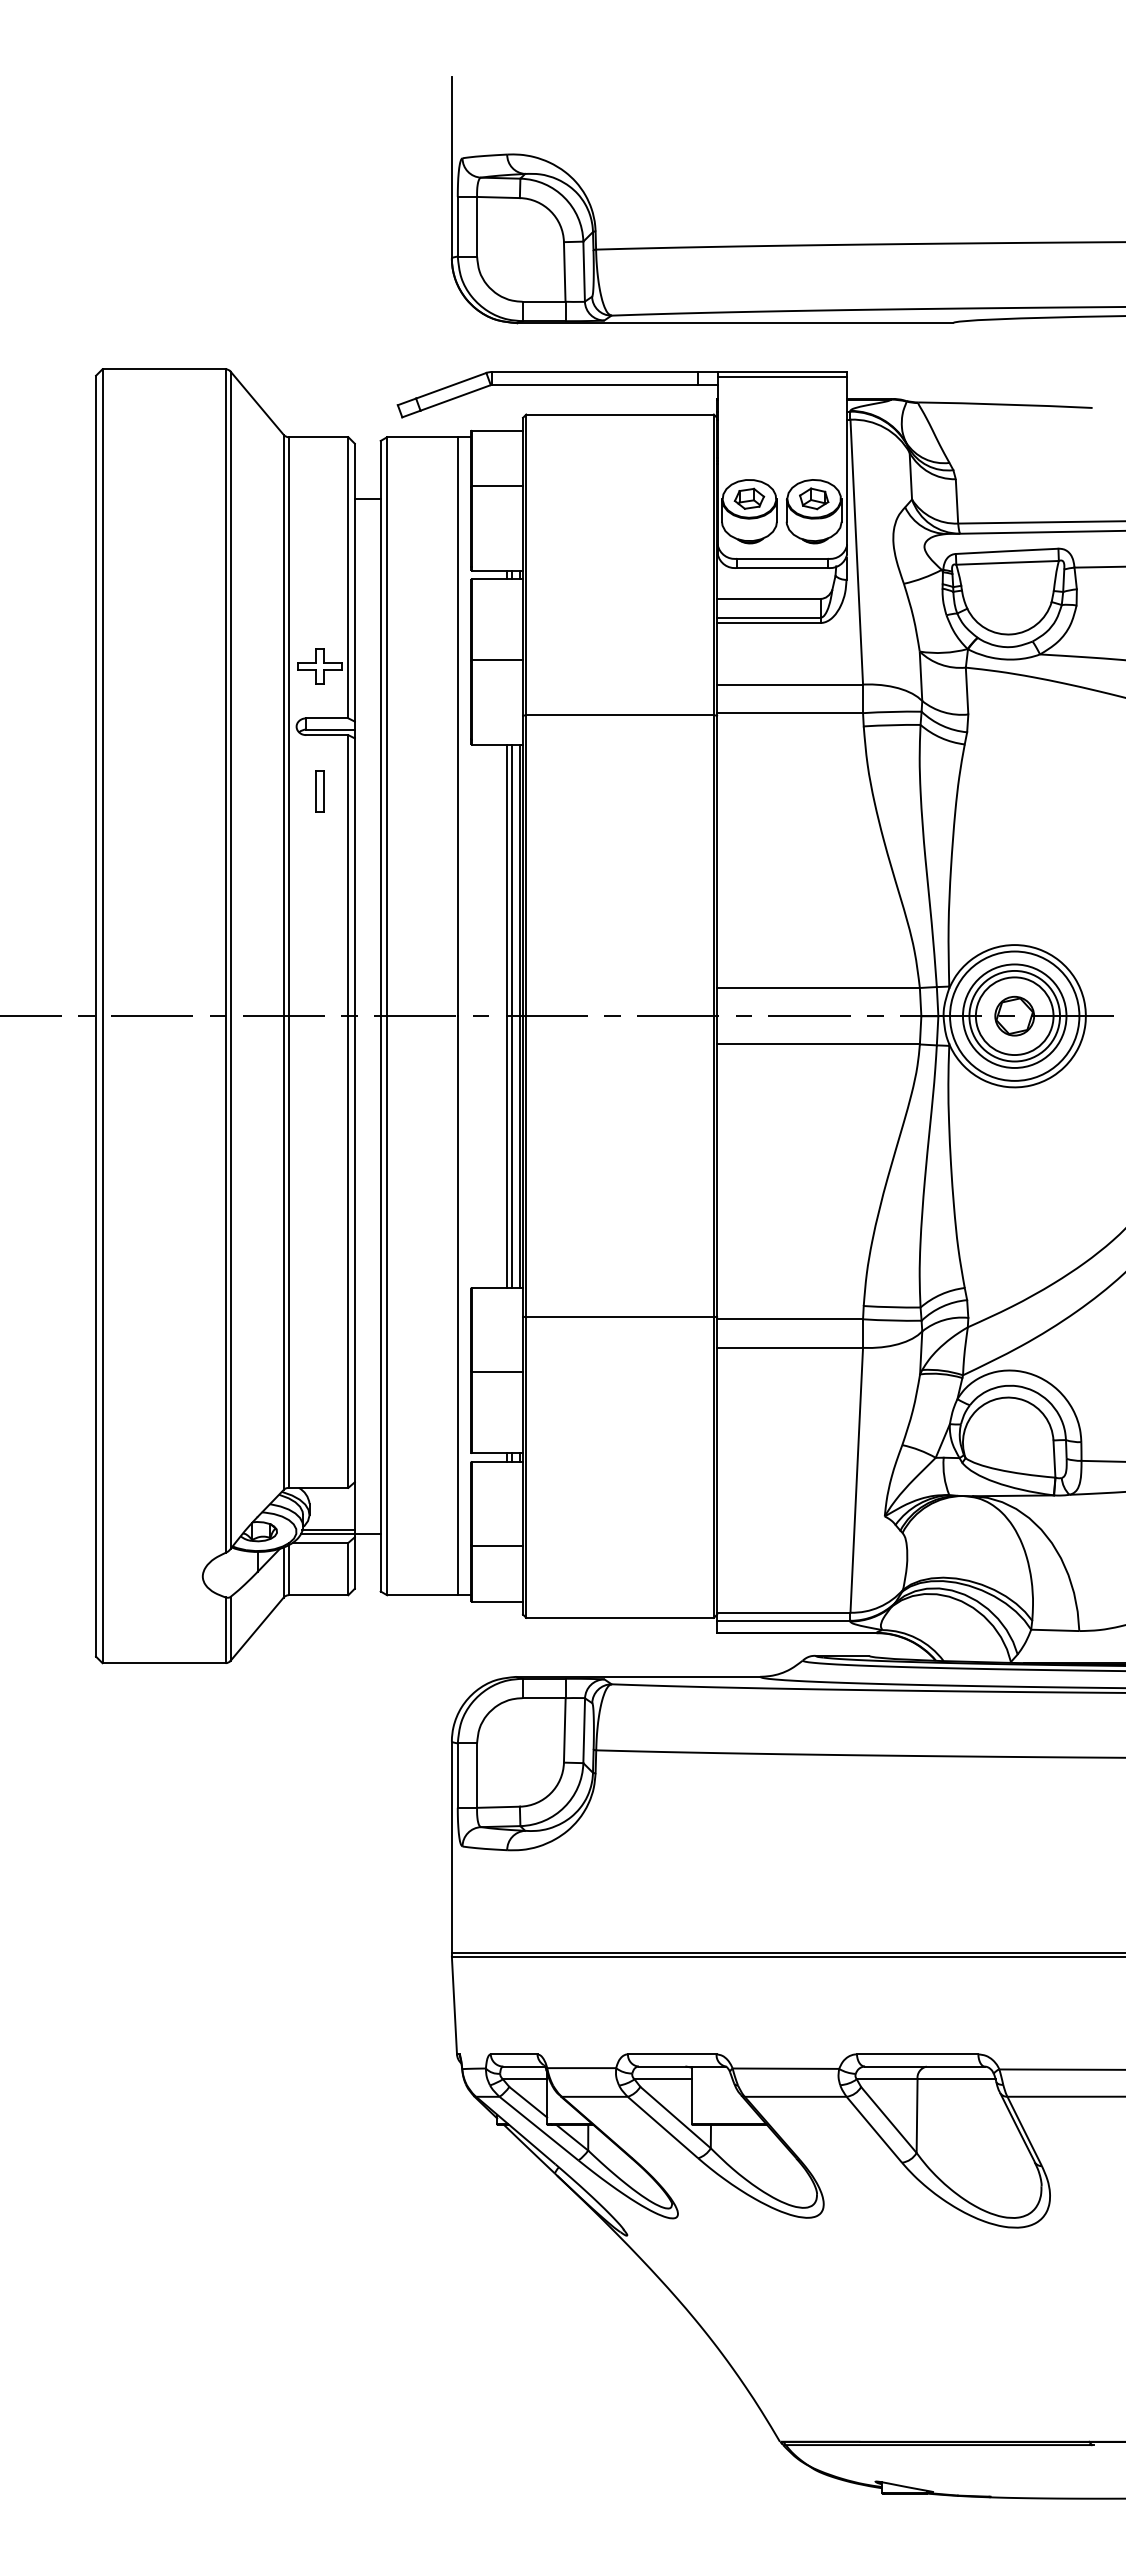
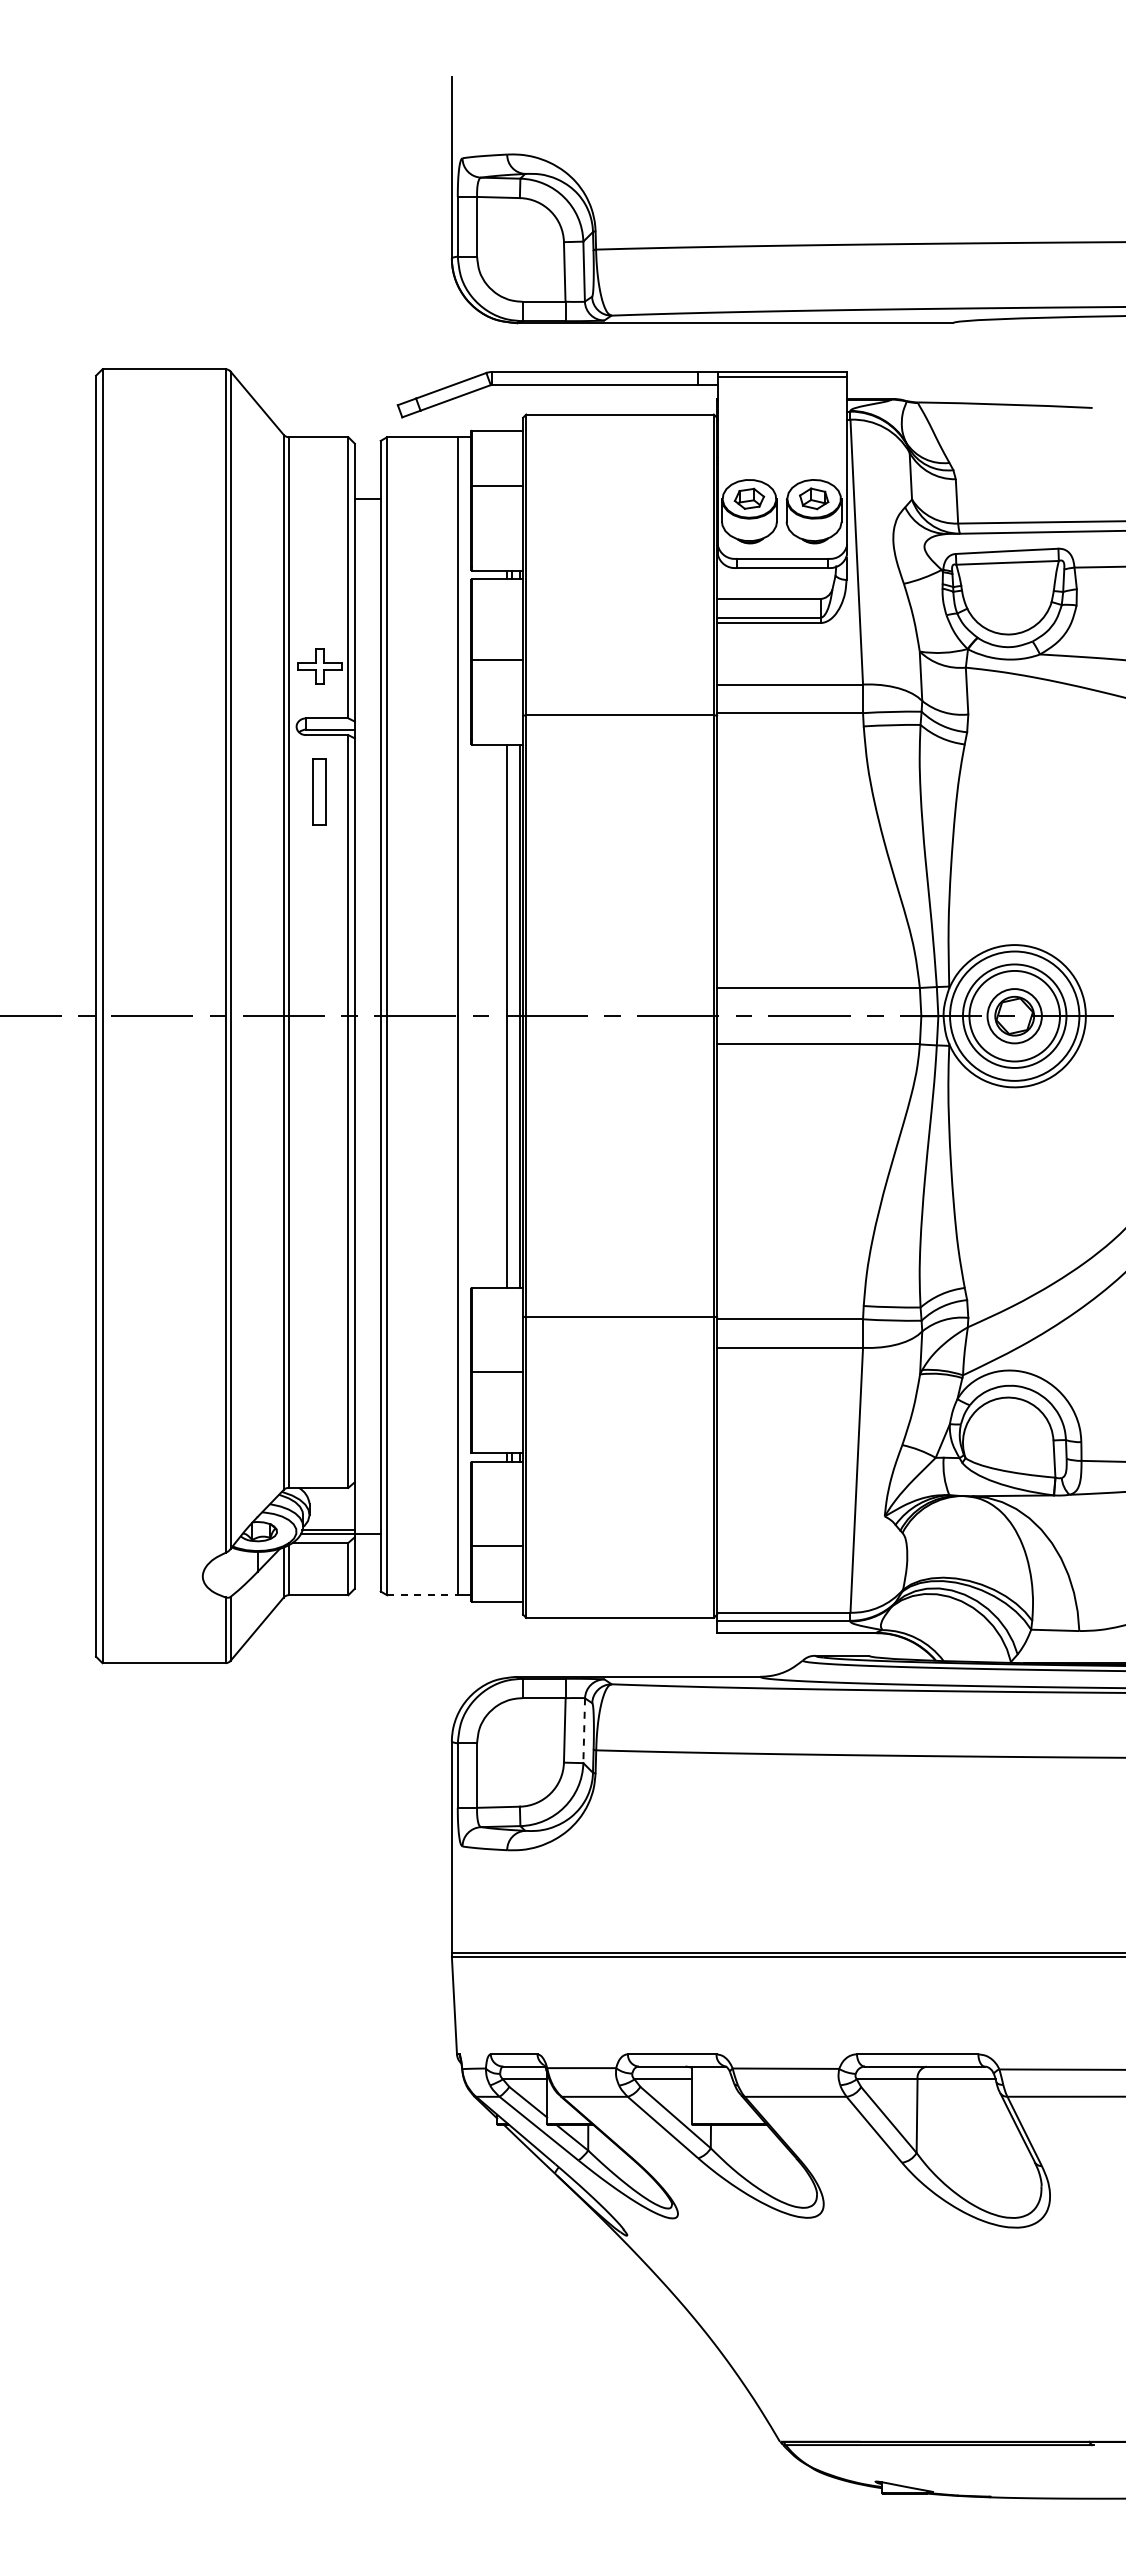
part at (319, 791) size: 10x43 px -> 15x68 px
line at (512, 1015): present -> none
circle at (1014, 1016) diameter: 78 px -> 54 px
line at (422, 1595): solid -> dashed
line at (584, 1731): solid -> dashed
